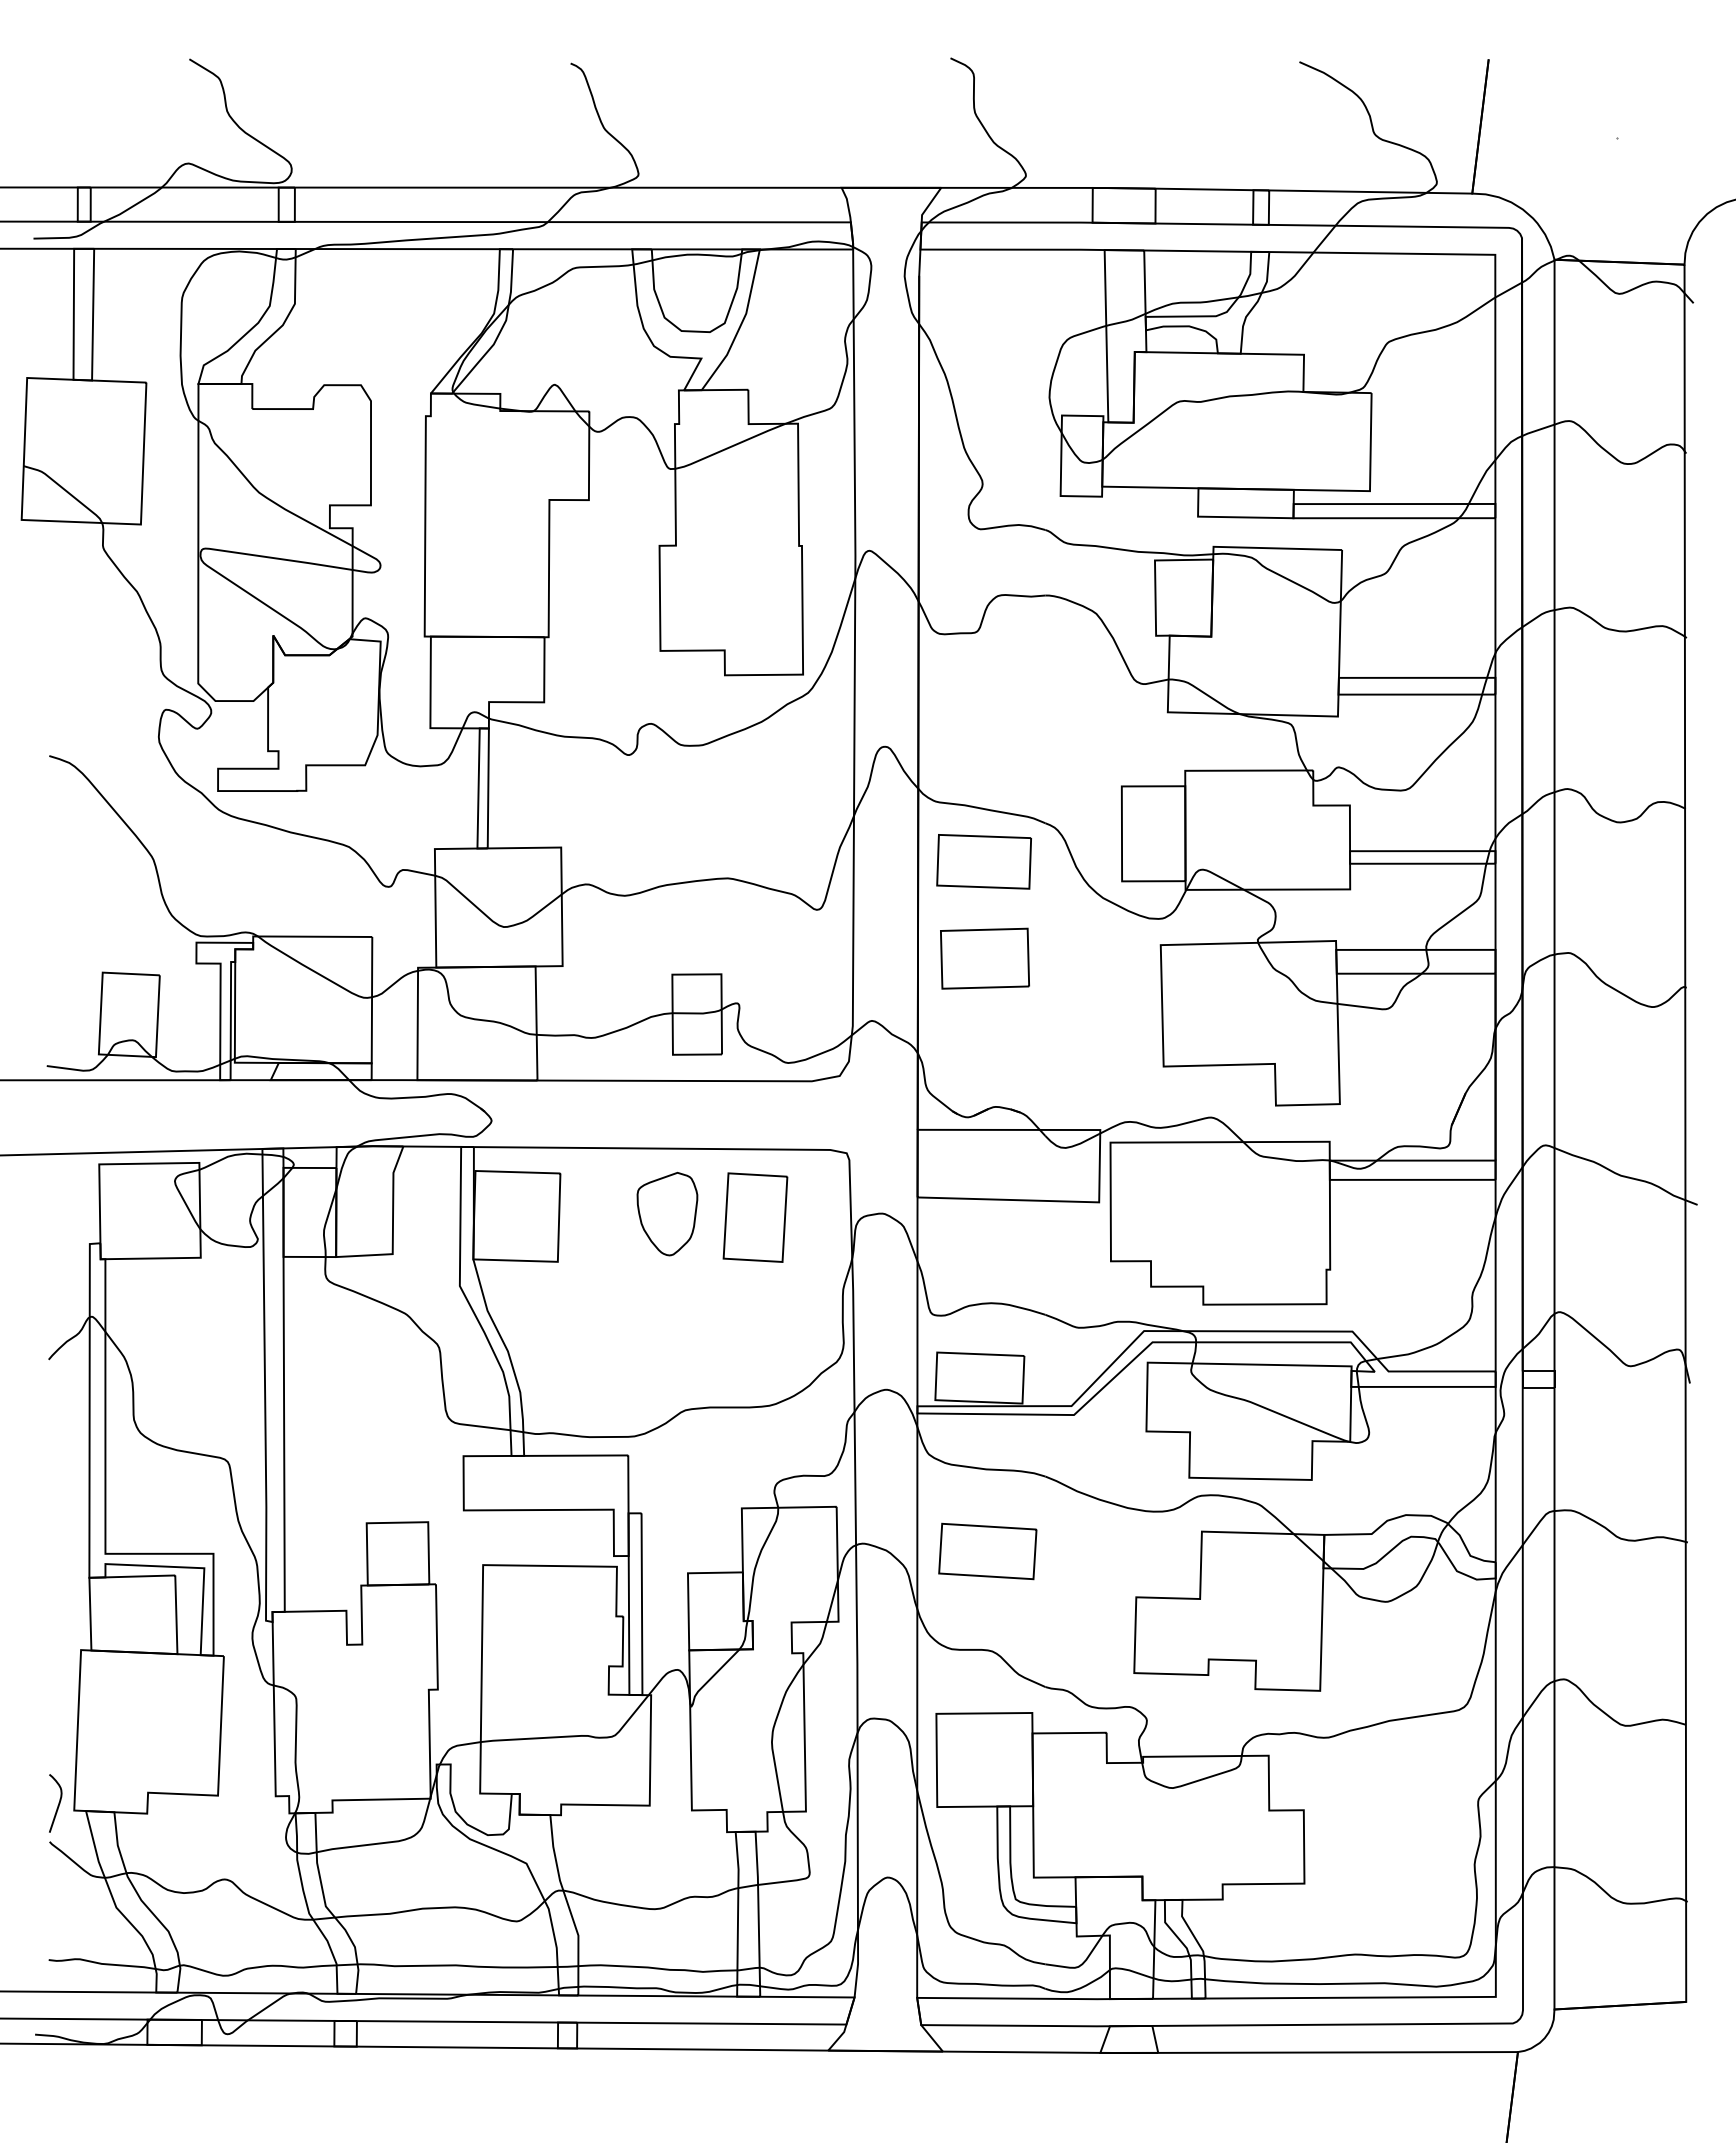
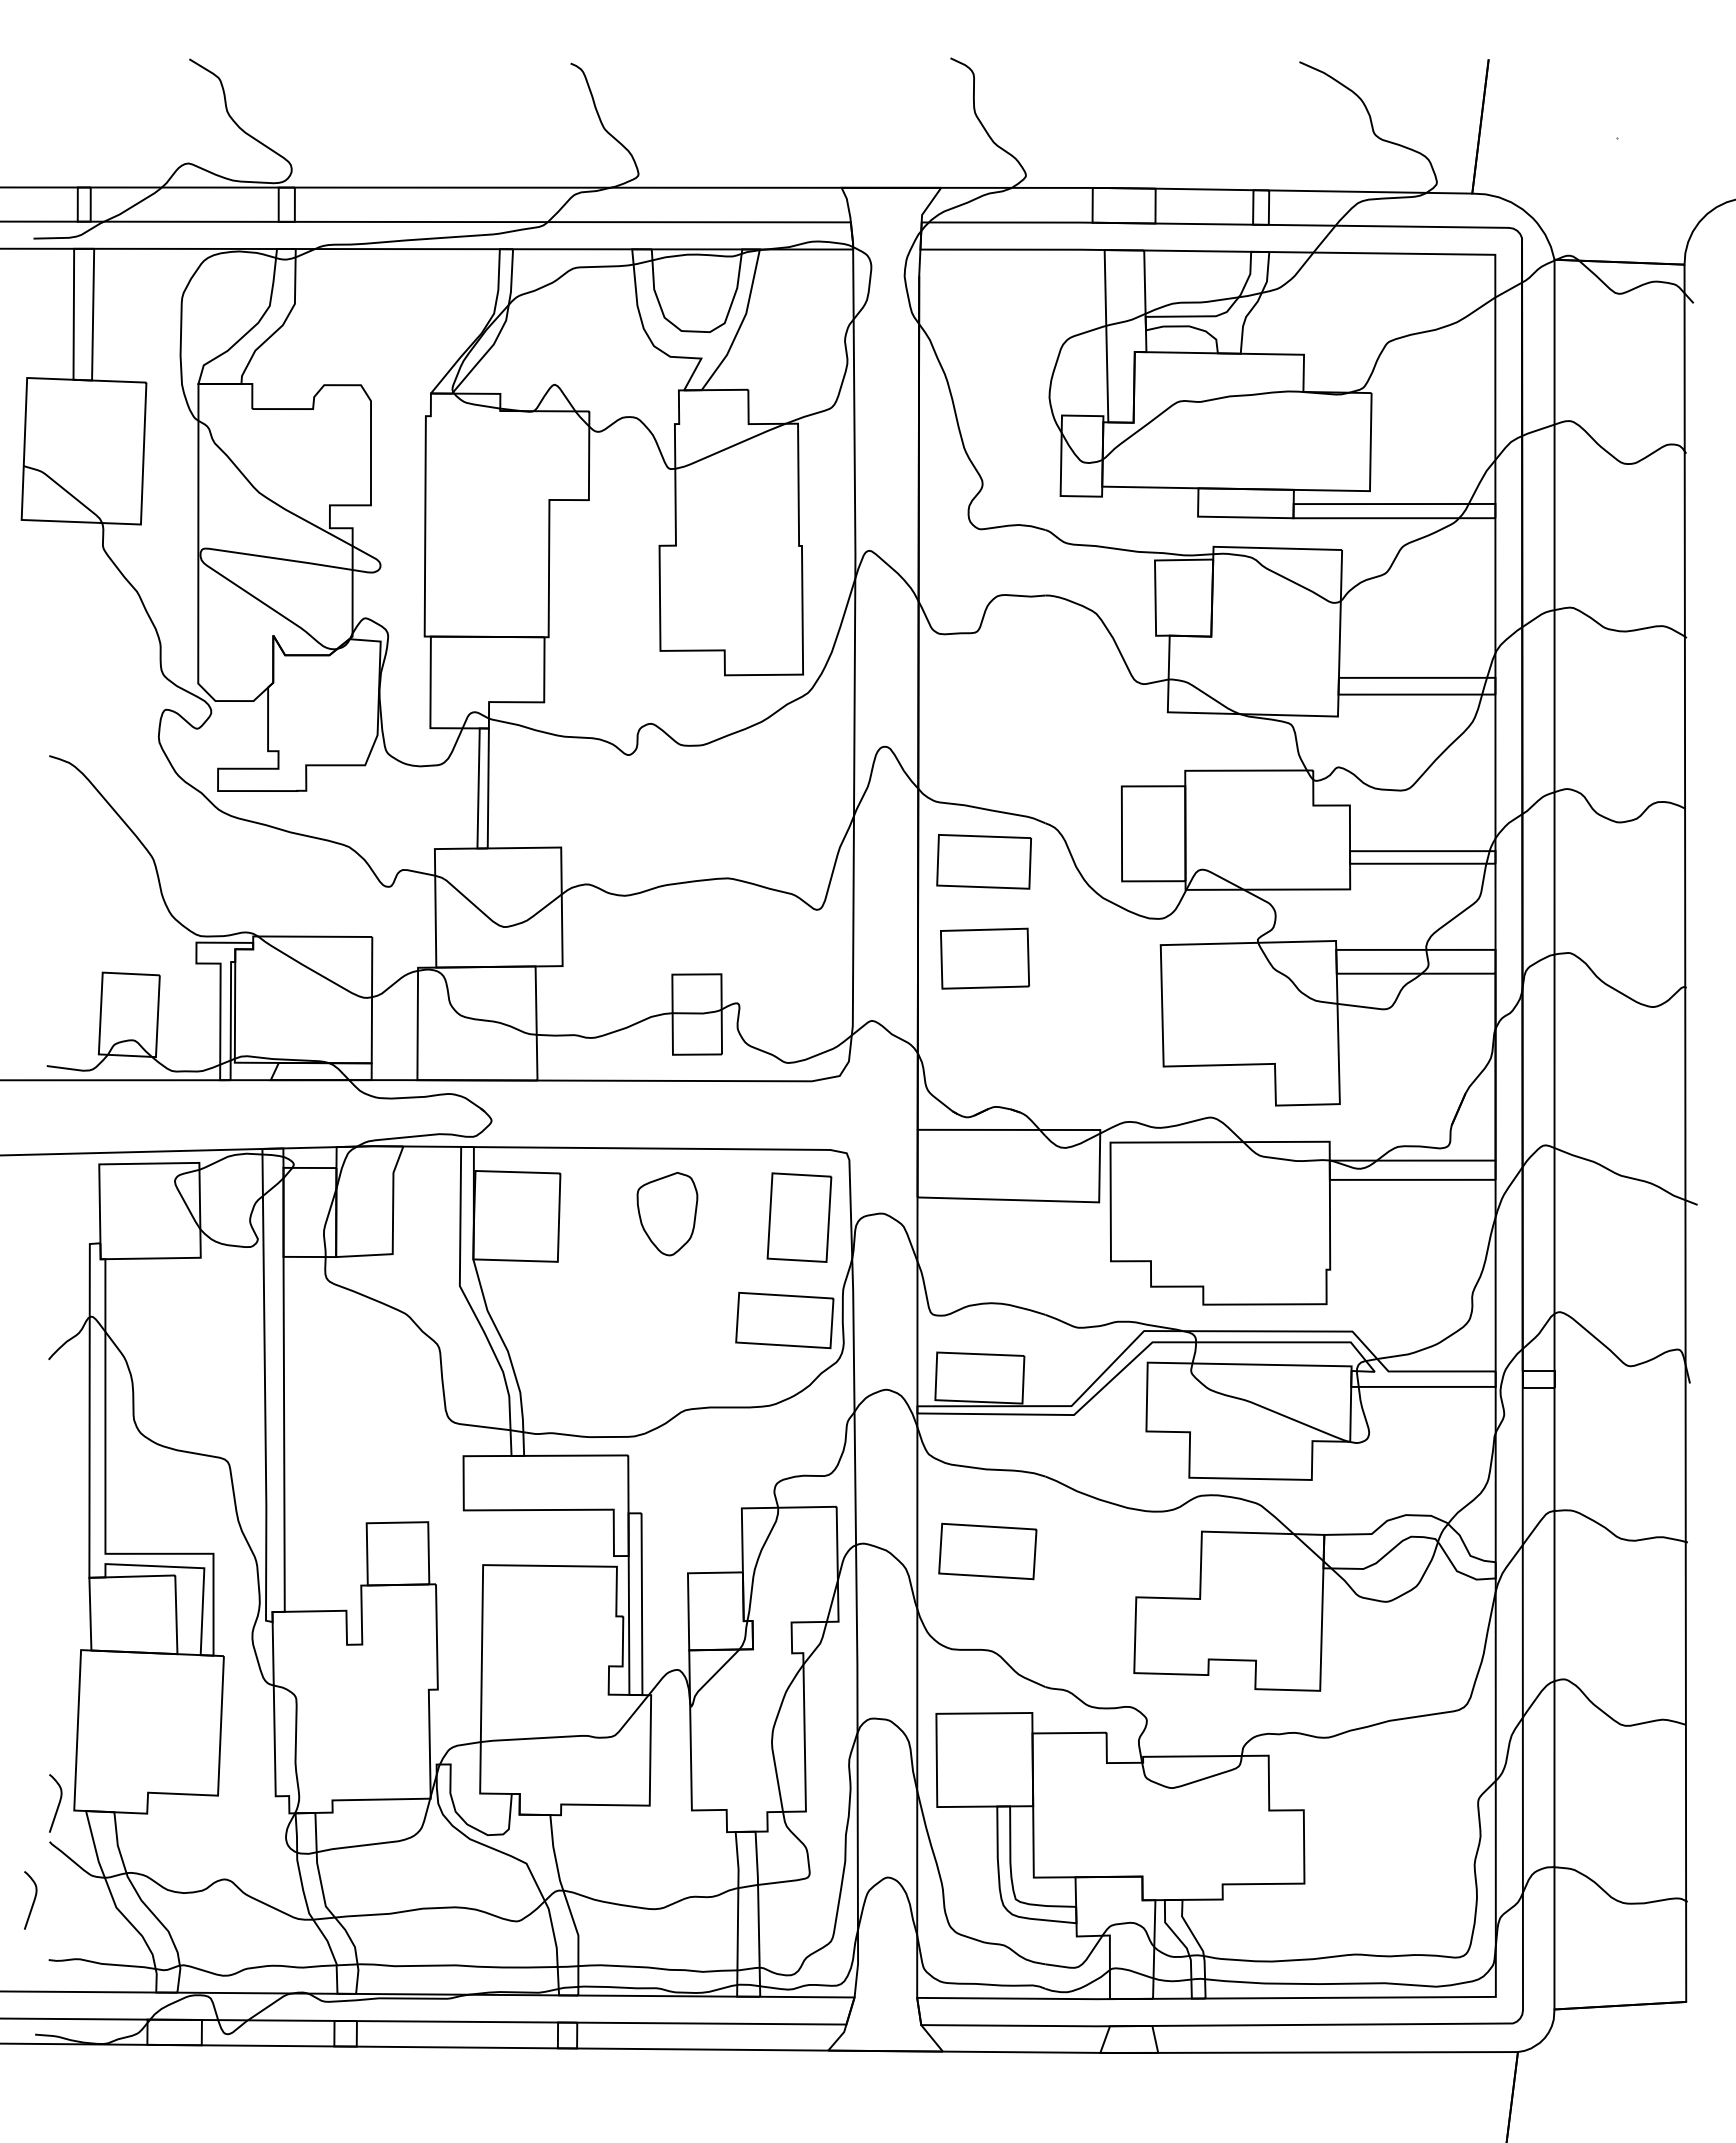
part at (755, 1217) position: (755, 1217) -> (799, 1217)
part at (784, 1320): none -> present
curve at (32, 1902): none -> present
